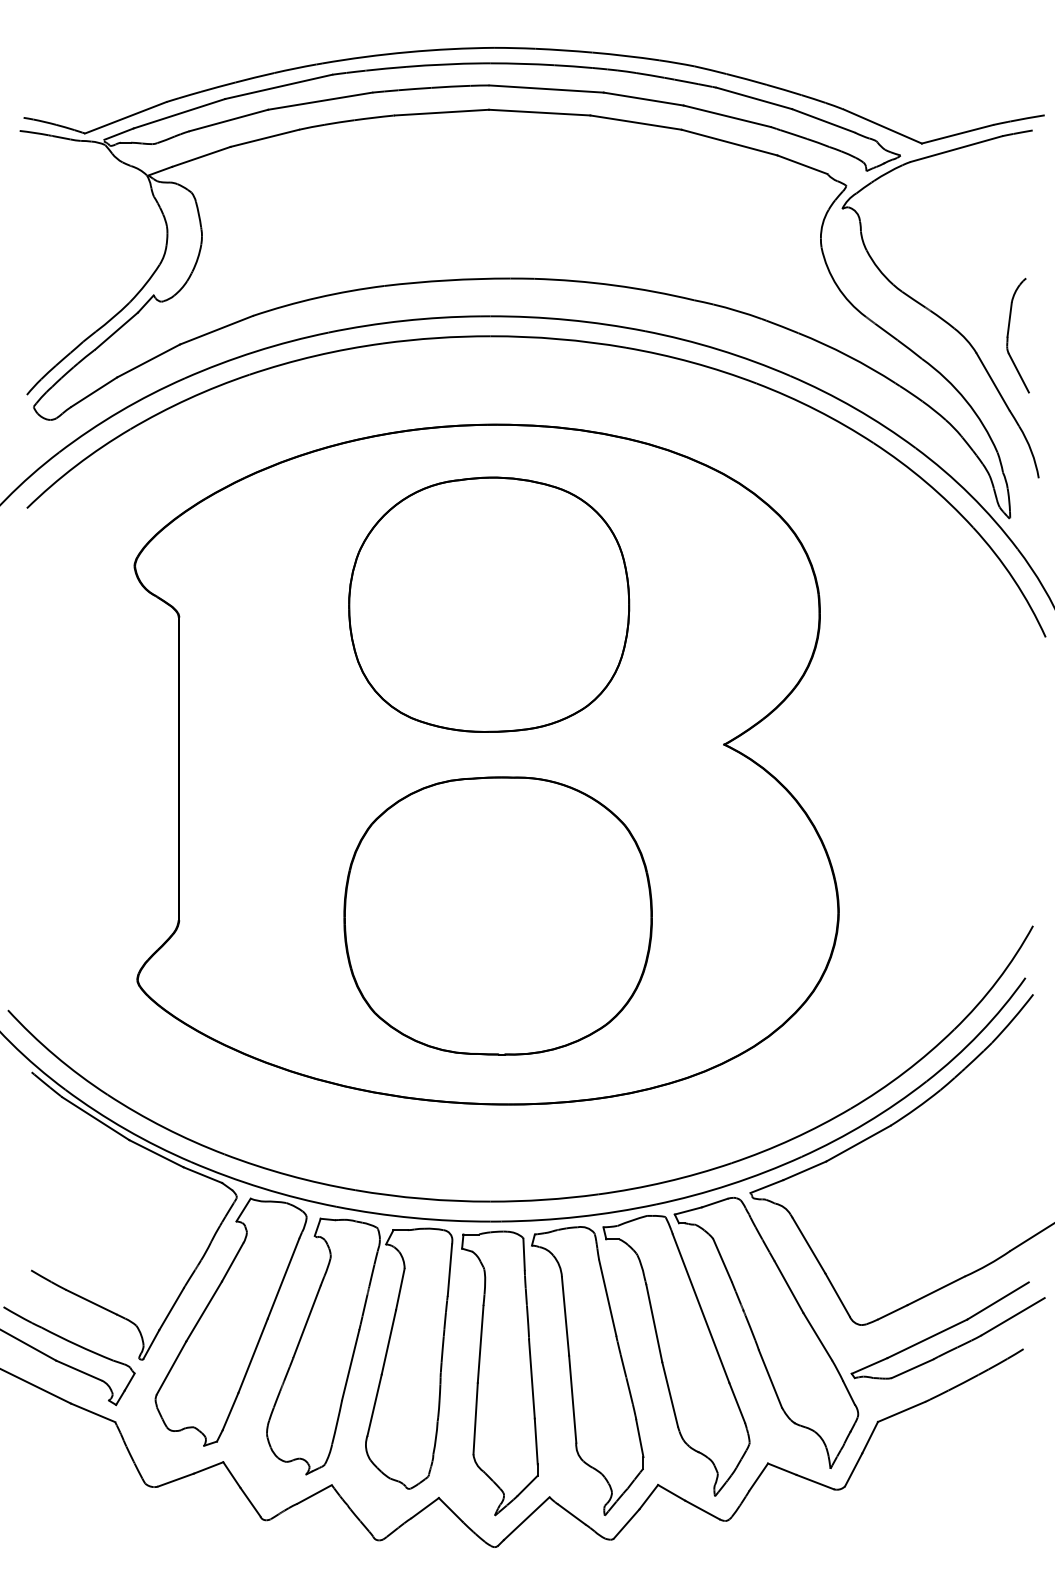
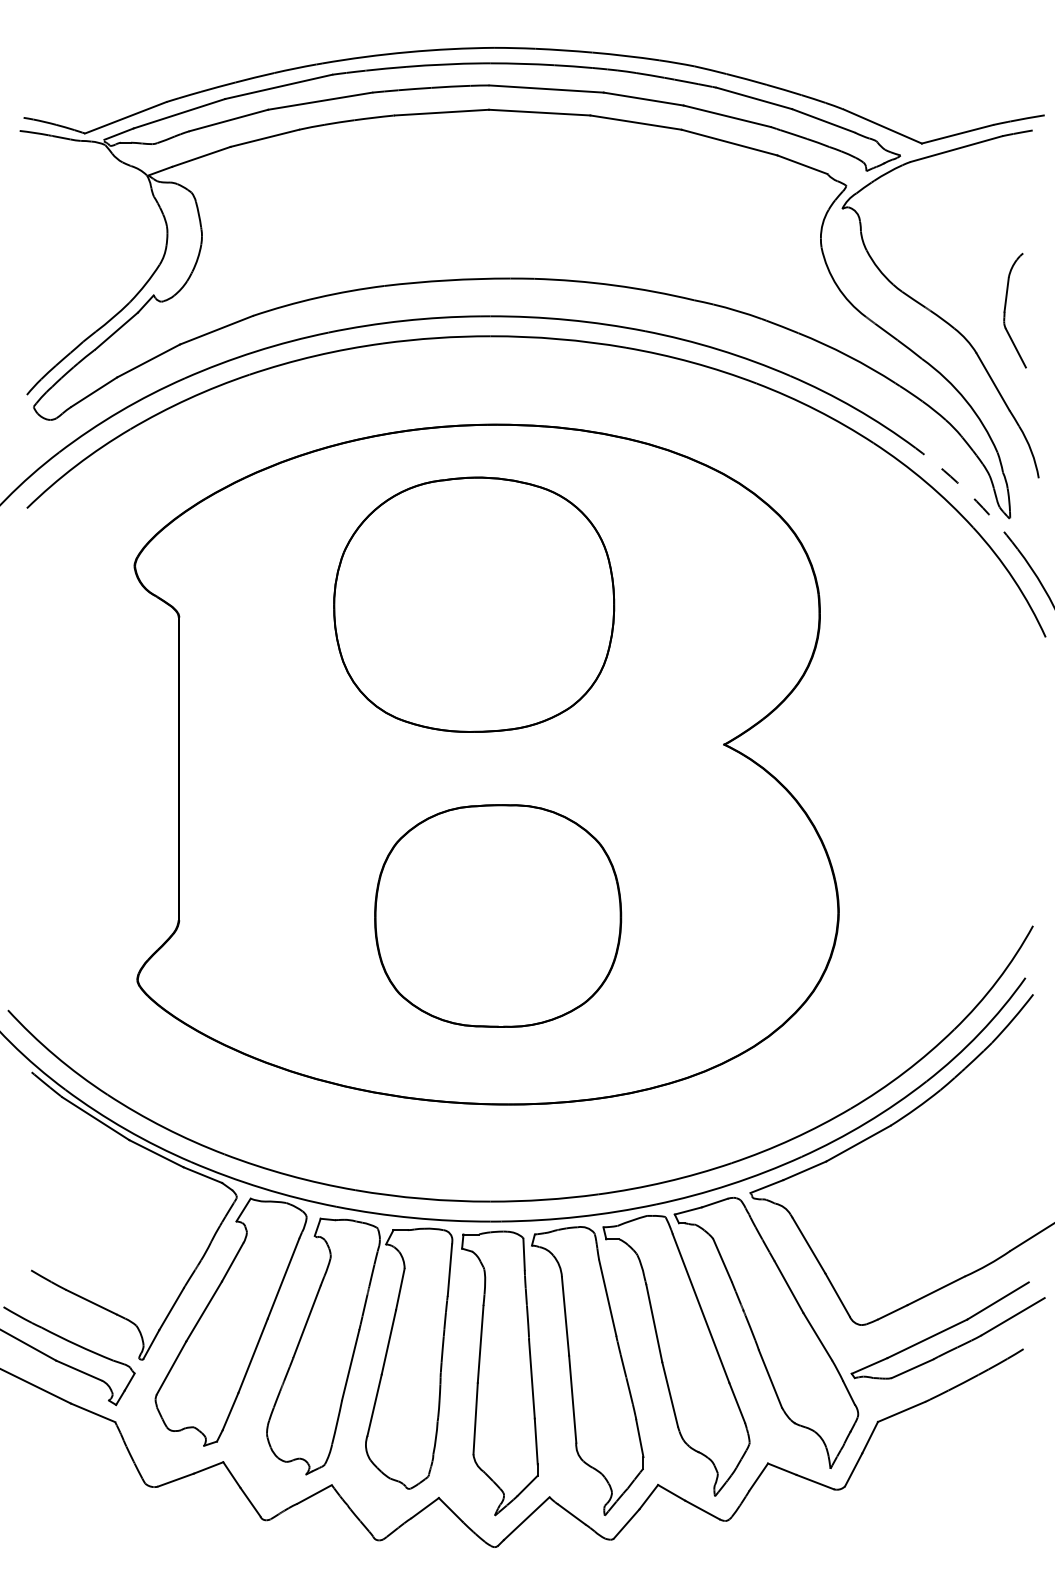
part at (1009, 331) position: (1009, 331) -> (1006, 306)
arc at (970, 495): solid -> dashed
part at (489, 604) position: (489, 604) -> (474, 604)
part at (497, 915) size: 310x280 px -> 249x224 px
